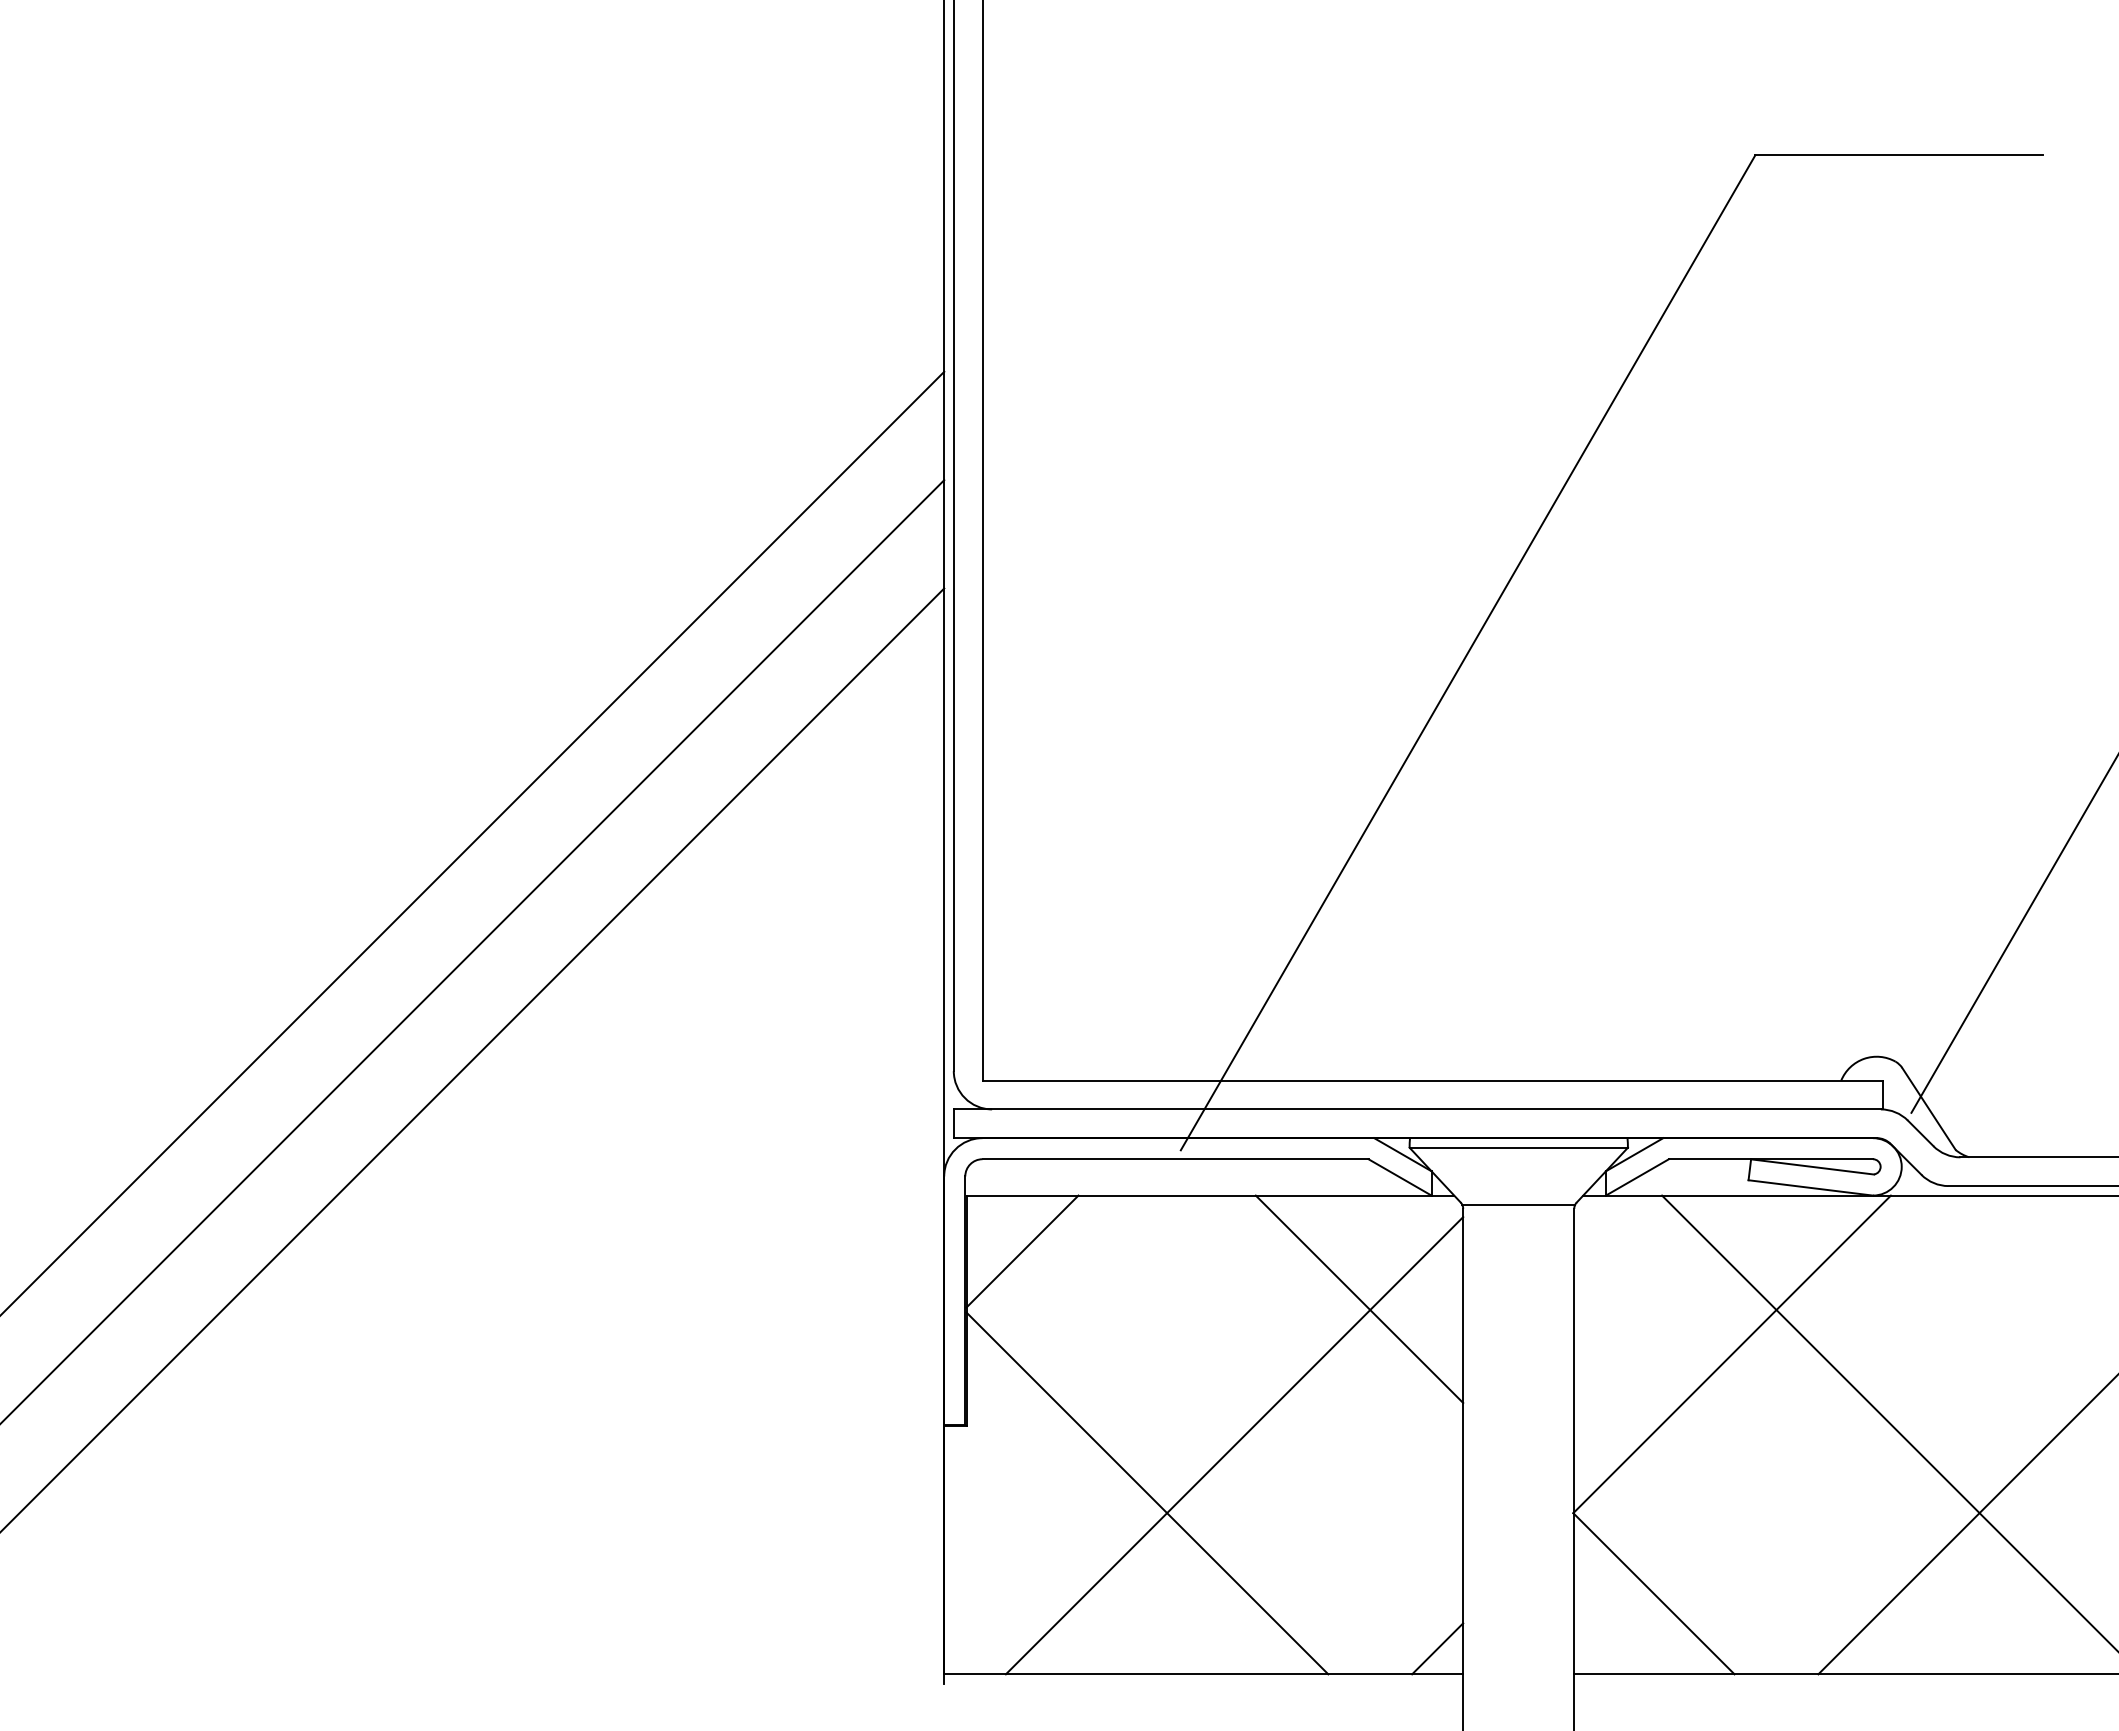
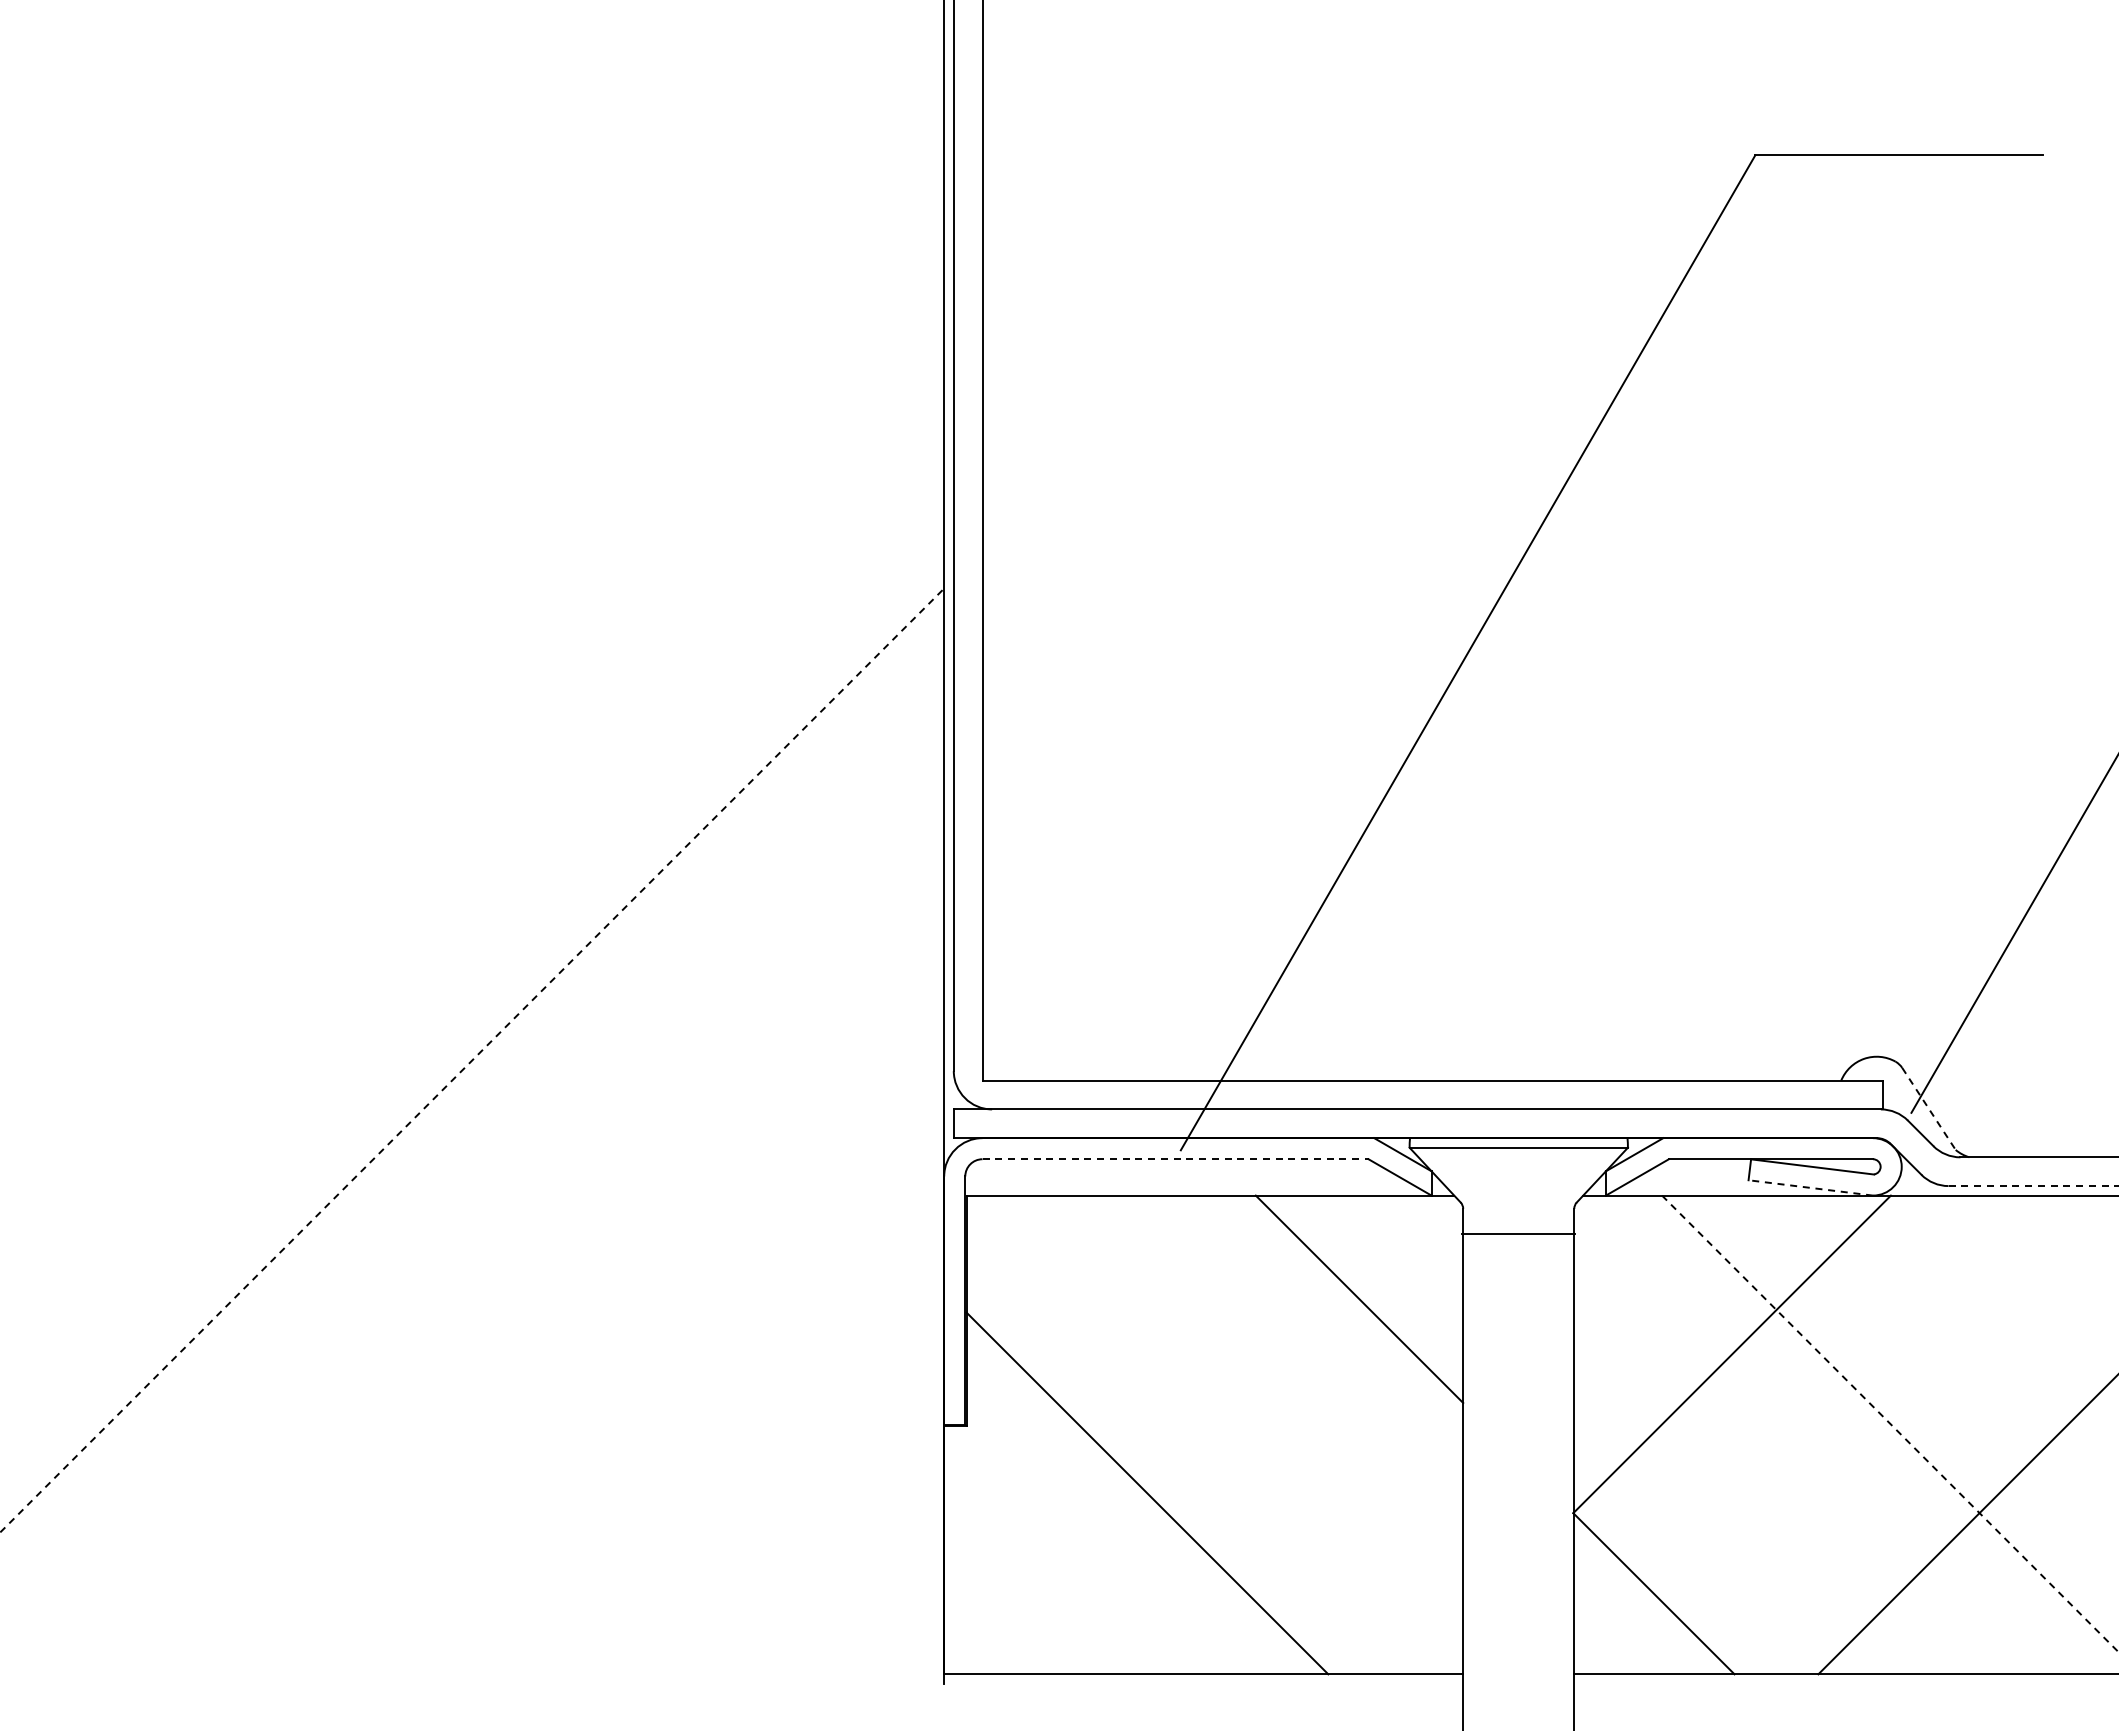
line at (473, 842): present -> none
line at (473, 951): present -> none
line at (472, 1060): solid -> dashed
line at (1928, 1108): solid -> dashed
line at (1176, 1159): solid -> dashed
line at (2034, 1186): solid -> dashed
line at (1810, 1187): solid -> dashed
line at (1518, 1205) position: (1518, 1205) -> (1518, 1234)
line at (1022, 1251): present -> none
line at (1890, 1424): solid -> dashed
line at (1234, 1445): present -> none
line at (1437, 1648): present -> none
